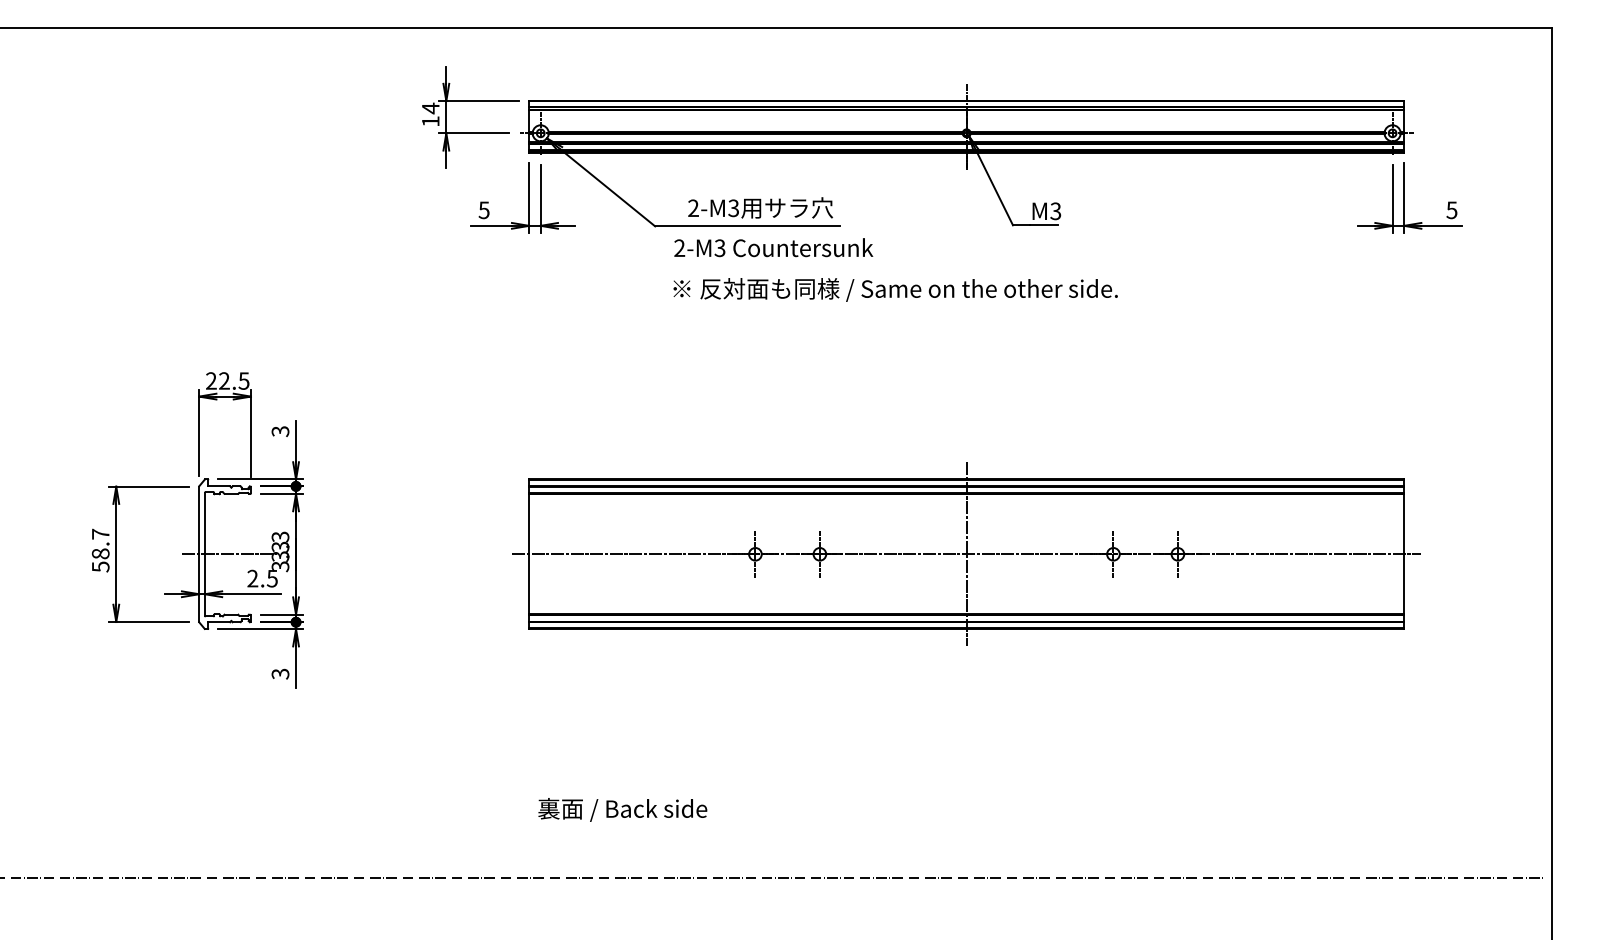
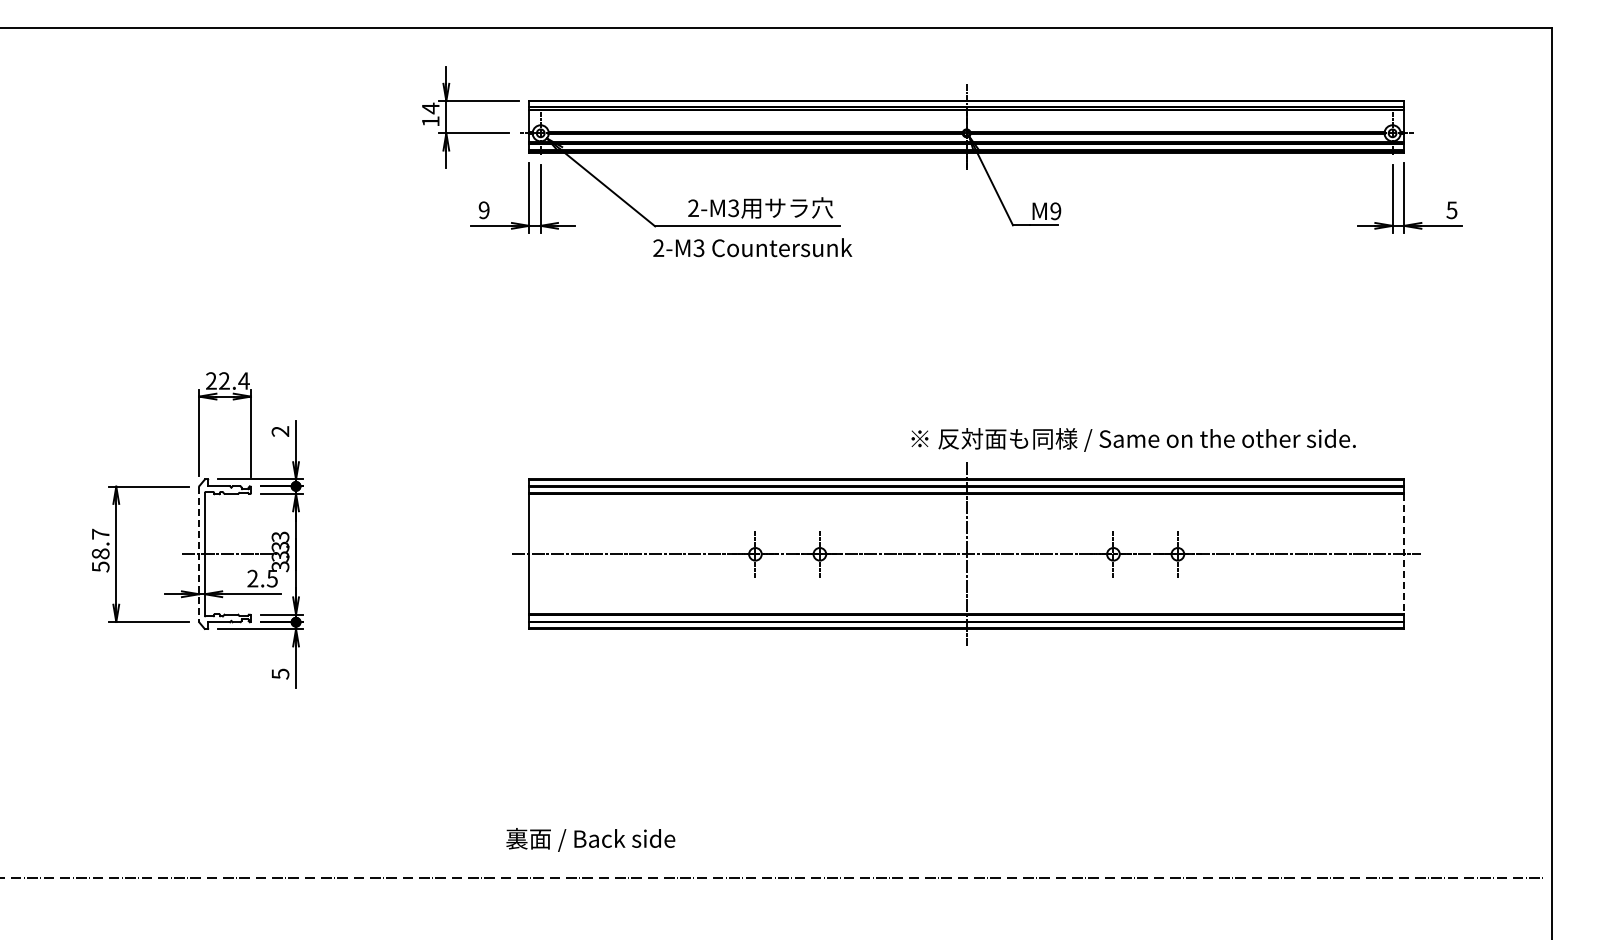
text at (483, 209): 5 -> 9
text at (1055, 211): M3 -> M9
text at (773, 247) position: (773, 247) -> (752, 247)
text at (895, 289) position: (895, 289) -> (1133, 439)
text at (243, 380): 22.5 -> 22.4
text at (280, 431): 3 -> 2
line at (199, 554): solid -> dashed
line at (1404, 554): solid -> dashed
text at (279, 673): 3 -> 5
text at (622, 809) position: (622, 809) -> (590, 839)
